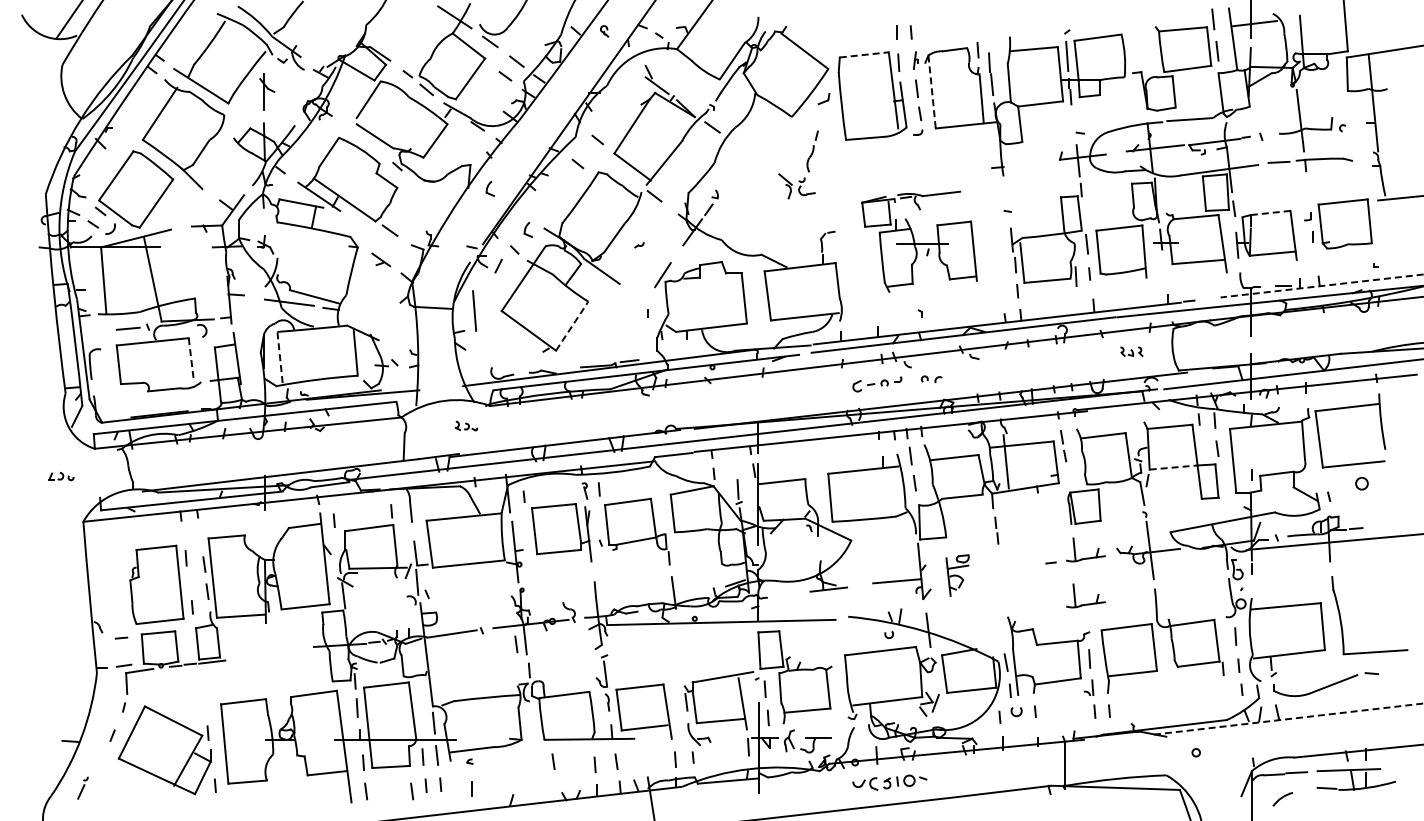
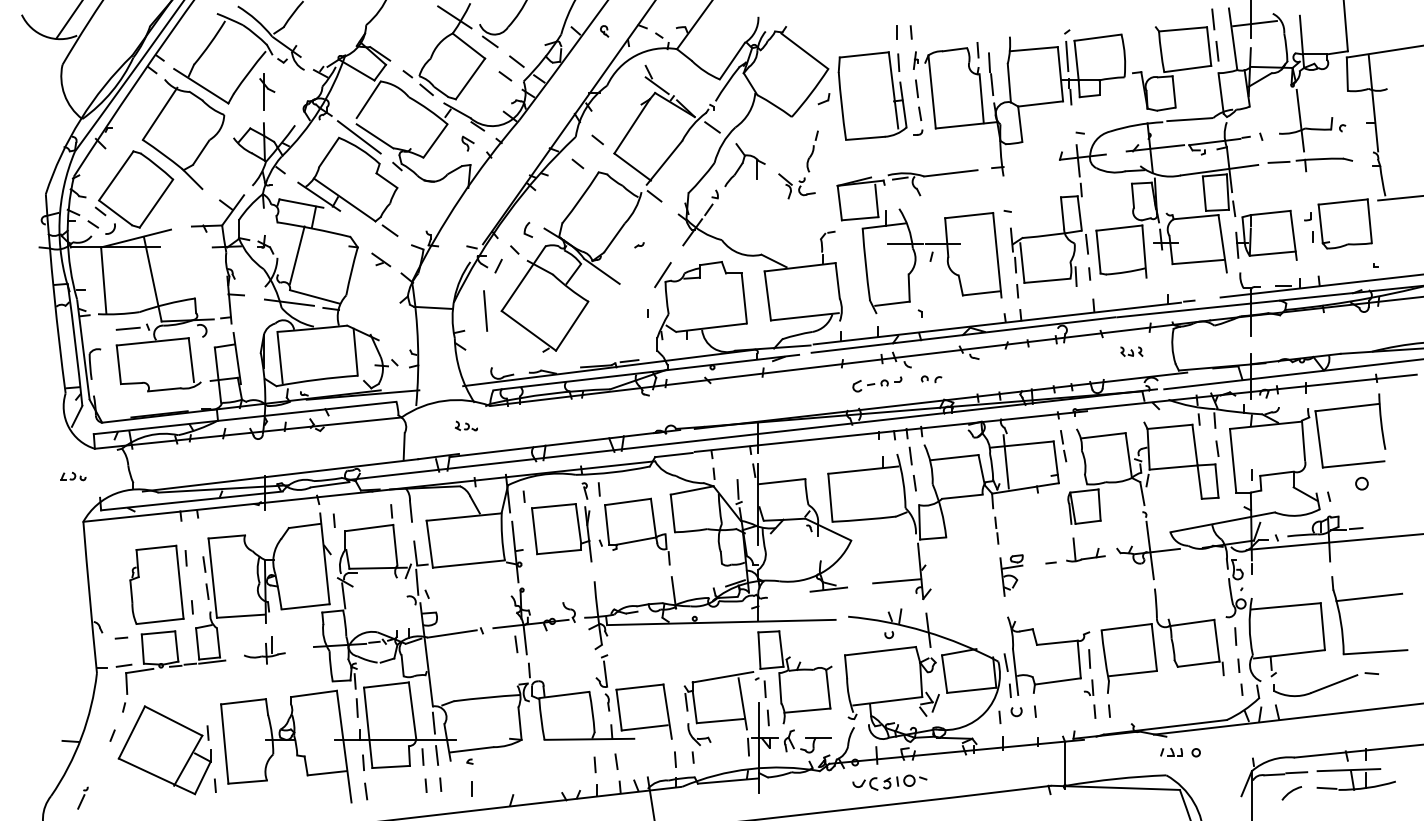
line at (864, 54): dashed -> solid
line at (932, 91): dashed -> solid
line at (358, 137): none -> present
part at (467, 143): none -> present
part at (744, 165): none -> present
part at (489, 188): present -> none
line at (1270, 212): dashed -> solid
part at (919, 241) size: 117x103 px -> 167x146 px
line at (296, 254): none -> present
line at (1321, 286): dashed -> solid
line at (474, 310) position: (474, 310) -> (485, 310)
line at (572, 325): dashed -> solid
line at (280, 357): dashed -> solid
line at (191, 360): dashed -> solid
line at (1174, 467): dashed -> solid
part at (61, 476) position: (61, 476) -> (73, 476)
part at (957, 575) position: (957, 575) -> (1011, 575)
line at (1369, 597): none -> present
part at (1086, 603): present -> none
part at (264, 650): none -> present
line at (1288, 719): dashed -> solid
part at (1171, 751): none -> present
line at (553, 761): present -> none
part at (82, 787) position: (82, 787) -> (82, 797)
line at (412, 791): present -> none
arc at (1282, 798) position: (1282, 798) -> (1291, 792)
